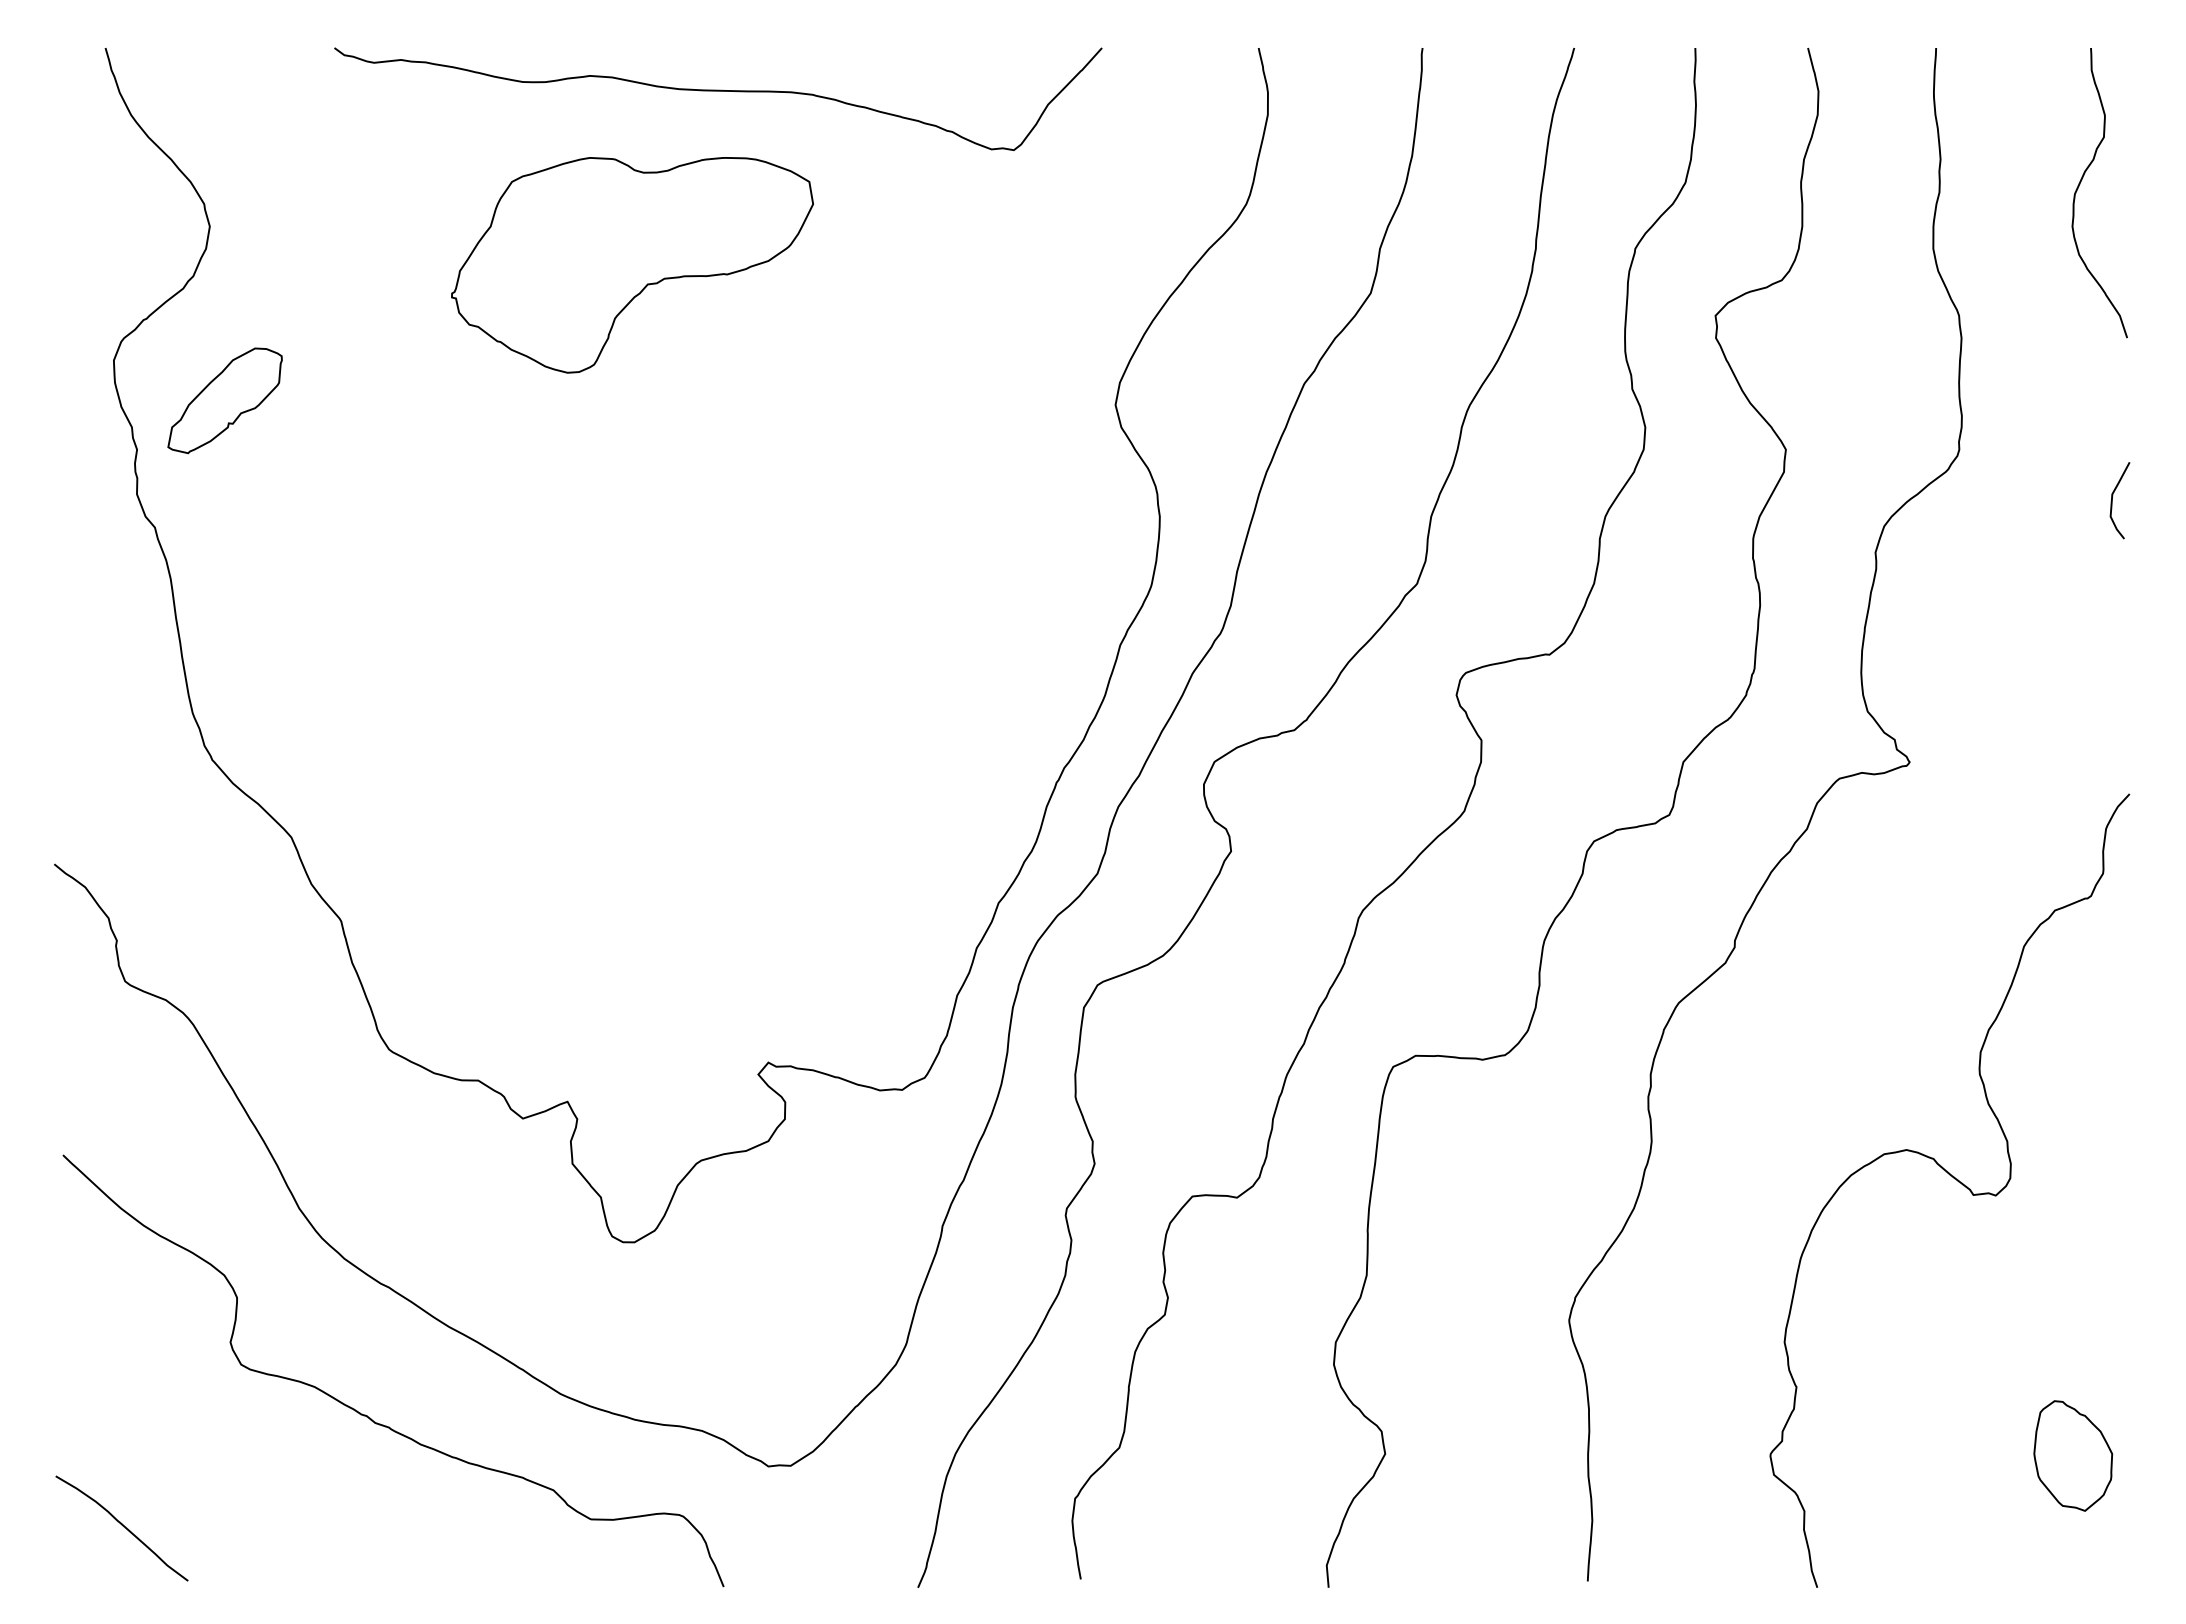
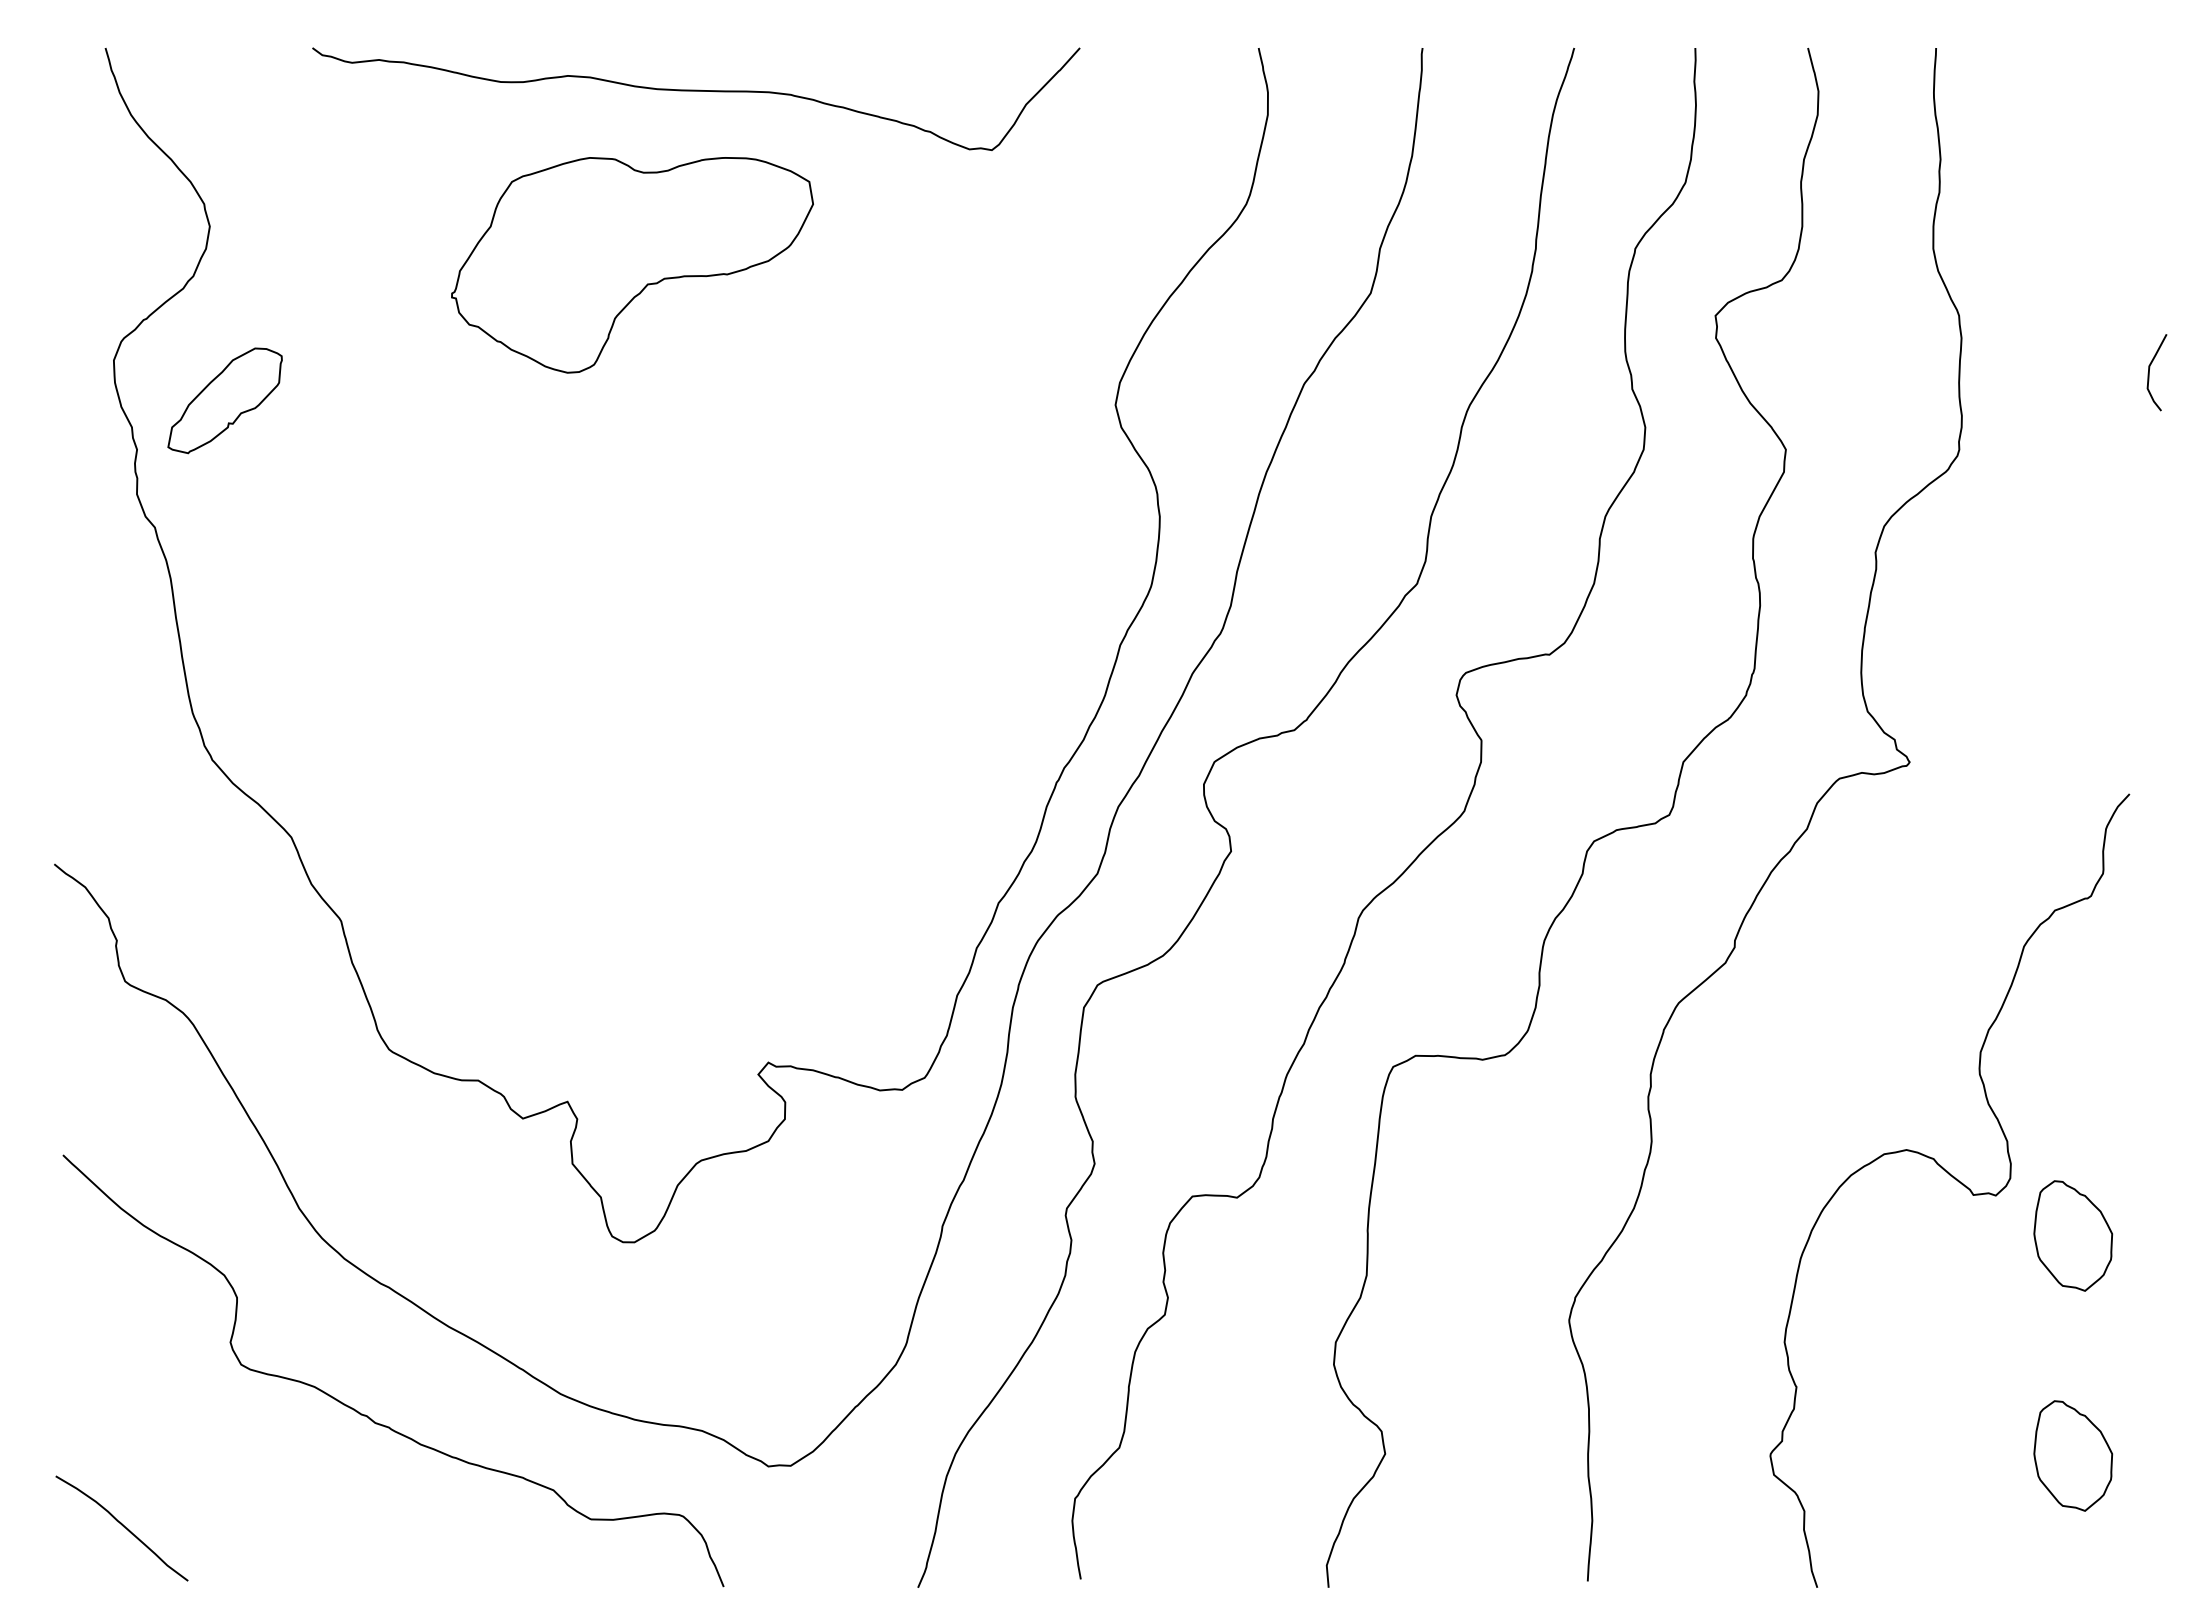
curve at (718, 91) position: (718, 91) -> (696, 91)
curve at (2080, 184): present -> none
curve at (2112, 500) position: (2112, 500) -> (2149, 372)
part at (2073, 1235): none -> present
